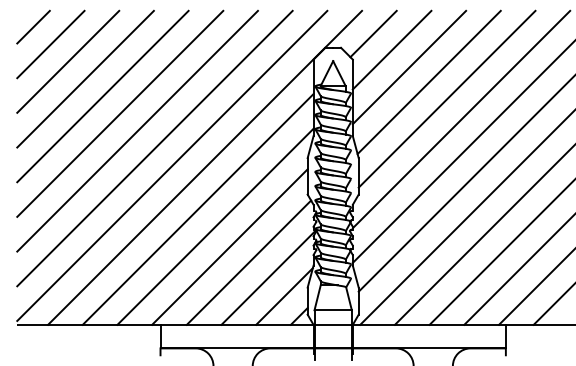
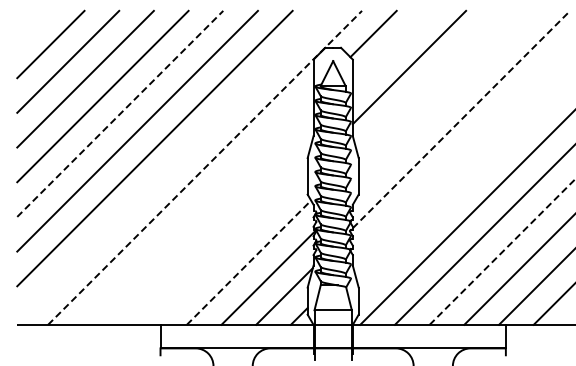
line at (33, 26): present -> none
line at (391, 49): present -> none
line at (428, 82): present -> none
line at (446, 98): present -> none
line at (120, 113): solid -> dashed
line at (461, 119): solid -> dashed
line at (462, 152): present -> none
line at (172, 165): present -> none
line at (205, 167): solid -> dashed
line at (465, 184): present -> none
line at (197, 209): present -> none
line at (215, 226): present -> none
line at (229, 246): present -> none
line at (503, 251): solid -> dashed
line at (248, 262): solid -> dashed
